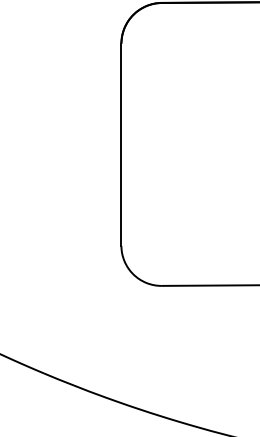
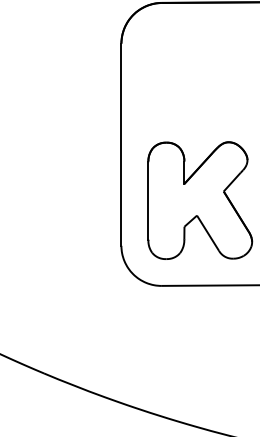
part at (200, 200): none -> present
